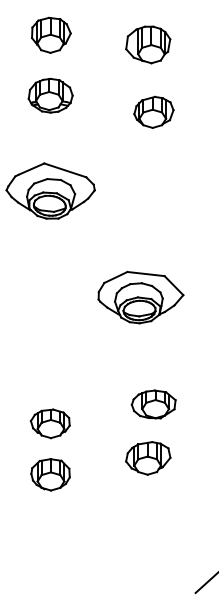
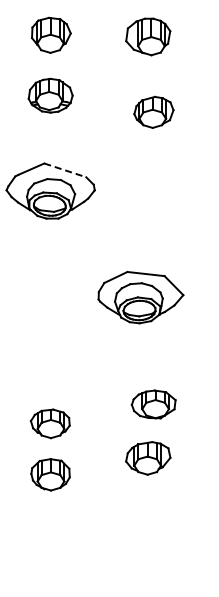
part at (148, 44) position: (148, 44) -> (148, 36)
line at (65, 170): solid -> dashed
line at (205, 583): present -> none
